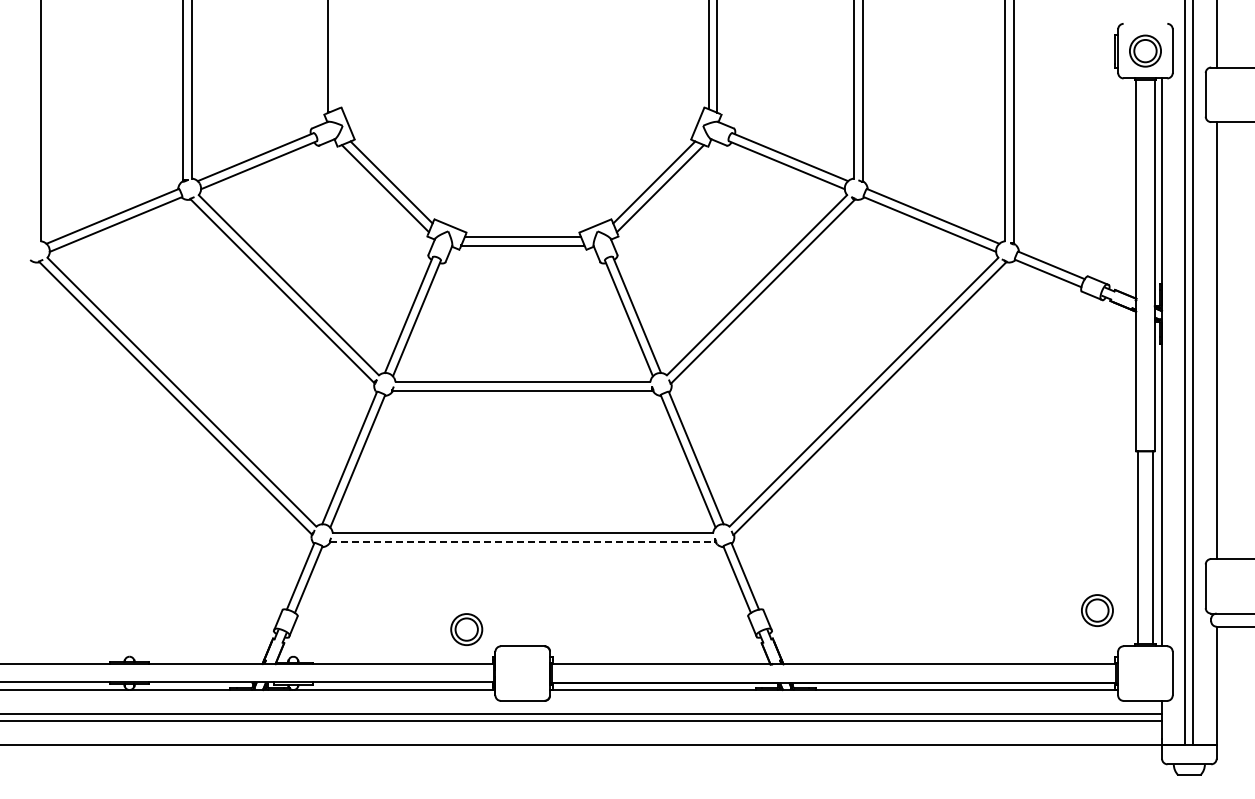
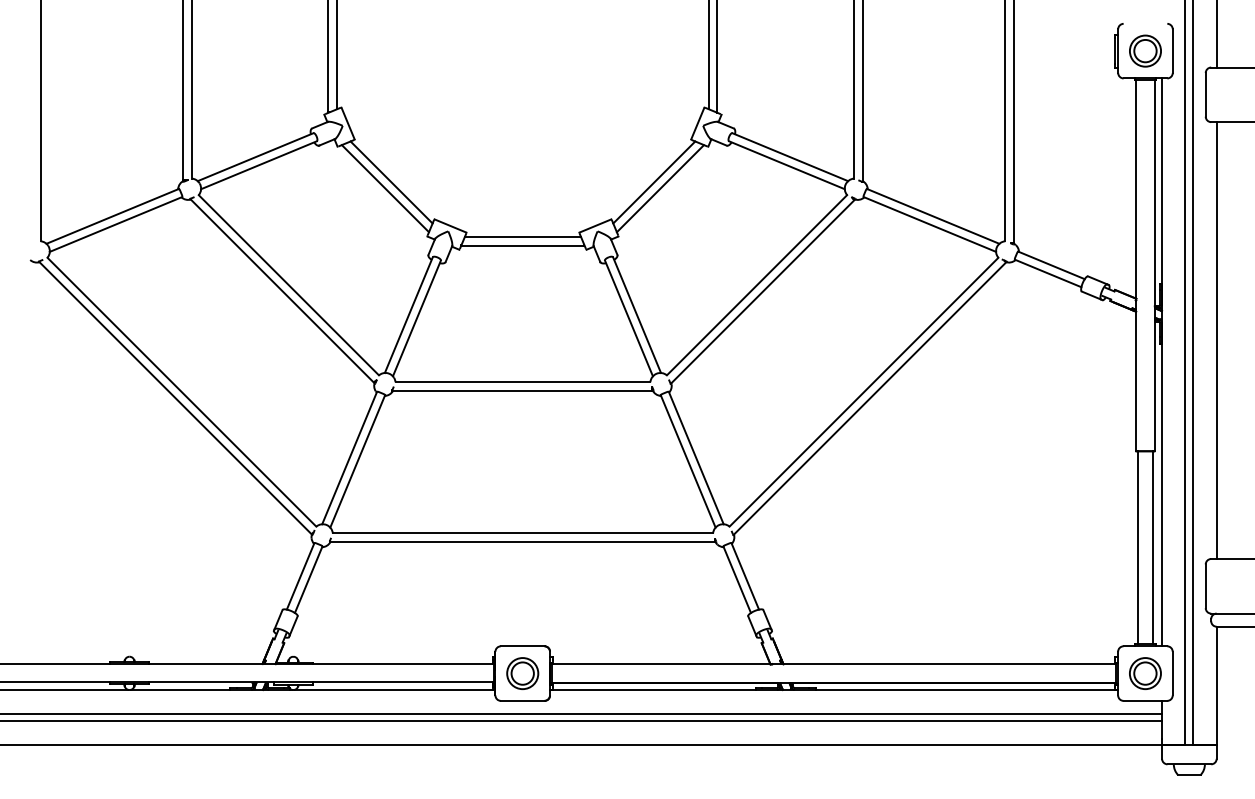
line at (337, 55): none -> present
line at (522, 542): dashed -> solid
part at (1097, 610) position: (1097, 610) -> (1145, 673)
part at (466, 629) position: (466, 629) -> (522, 673)
